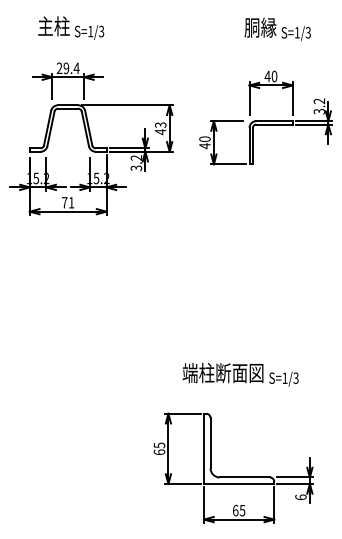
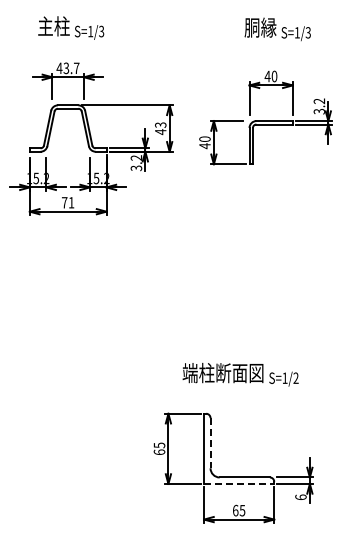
text at (67, 67): 29.4 -> 43.7
text at (295, 378): S=1/3 -> S=1/2
line at (210, 443): solid -> dashed
line at (239, 483): solid -> dashed
